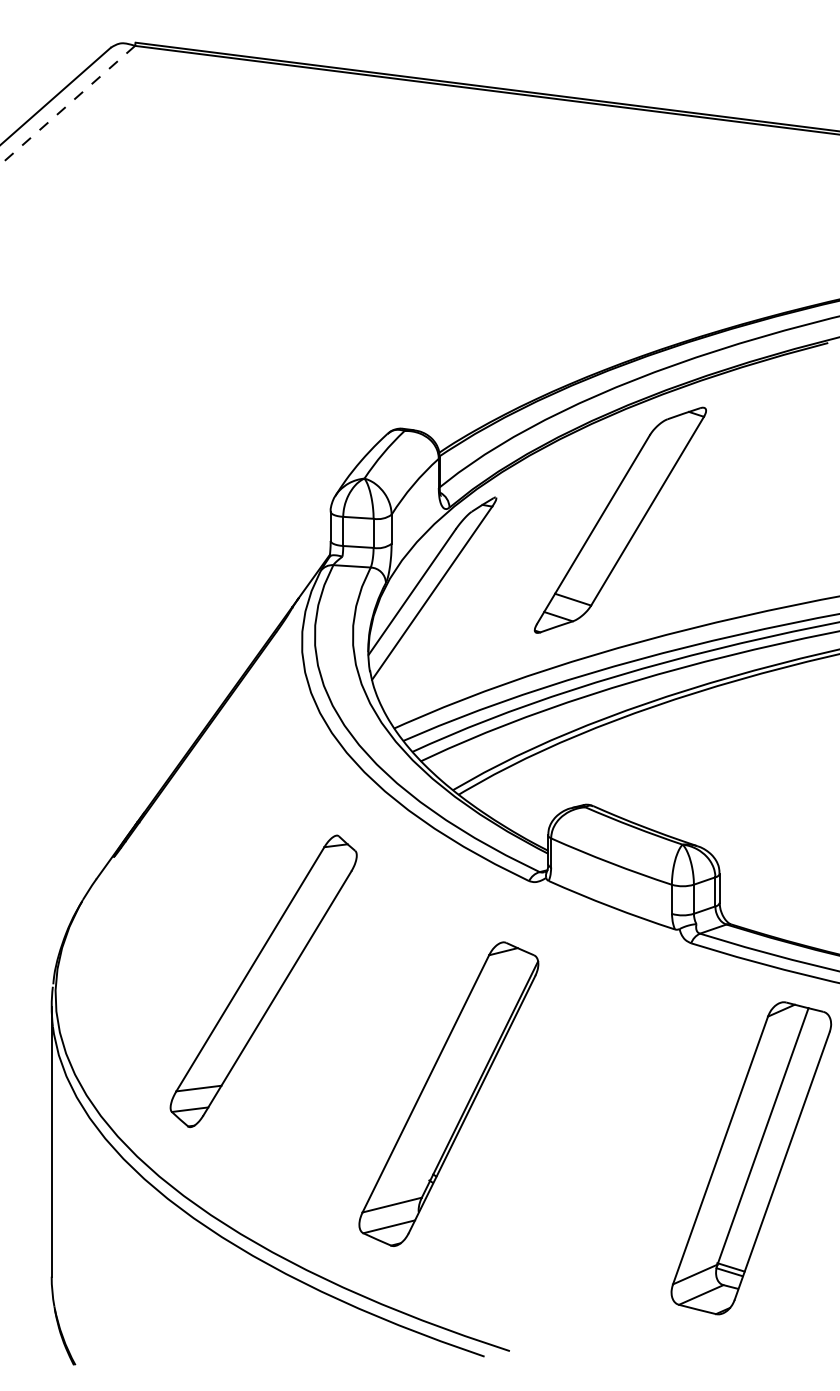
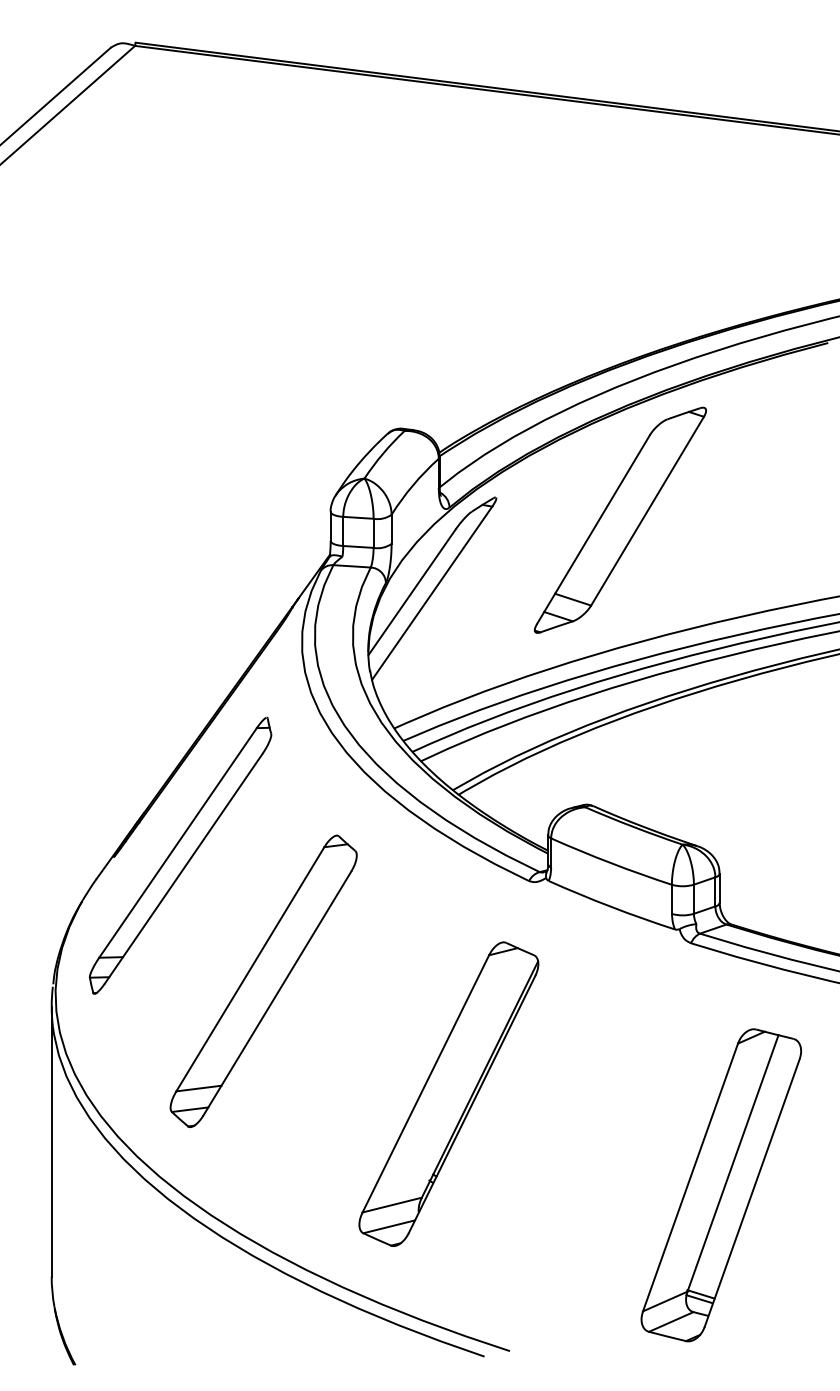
line at (67, 105): dashed -> solid
part at (180, 855): none -> present
part at (751, 1158) position: (751, 1158) -> (721, 1185)
